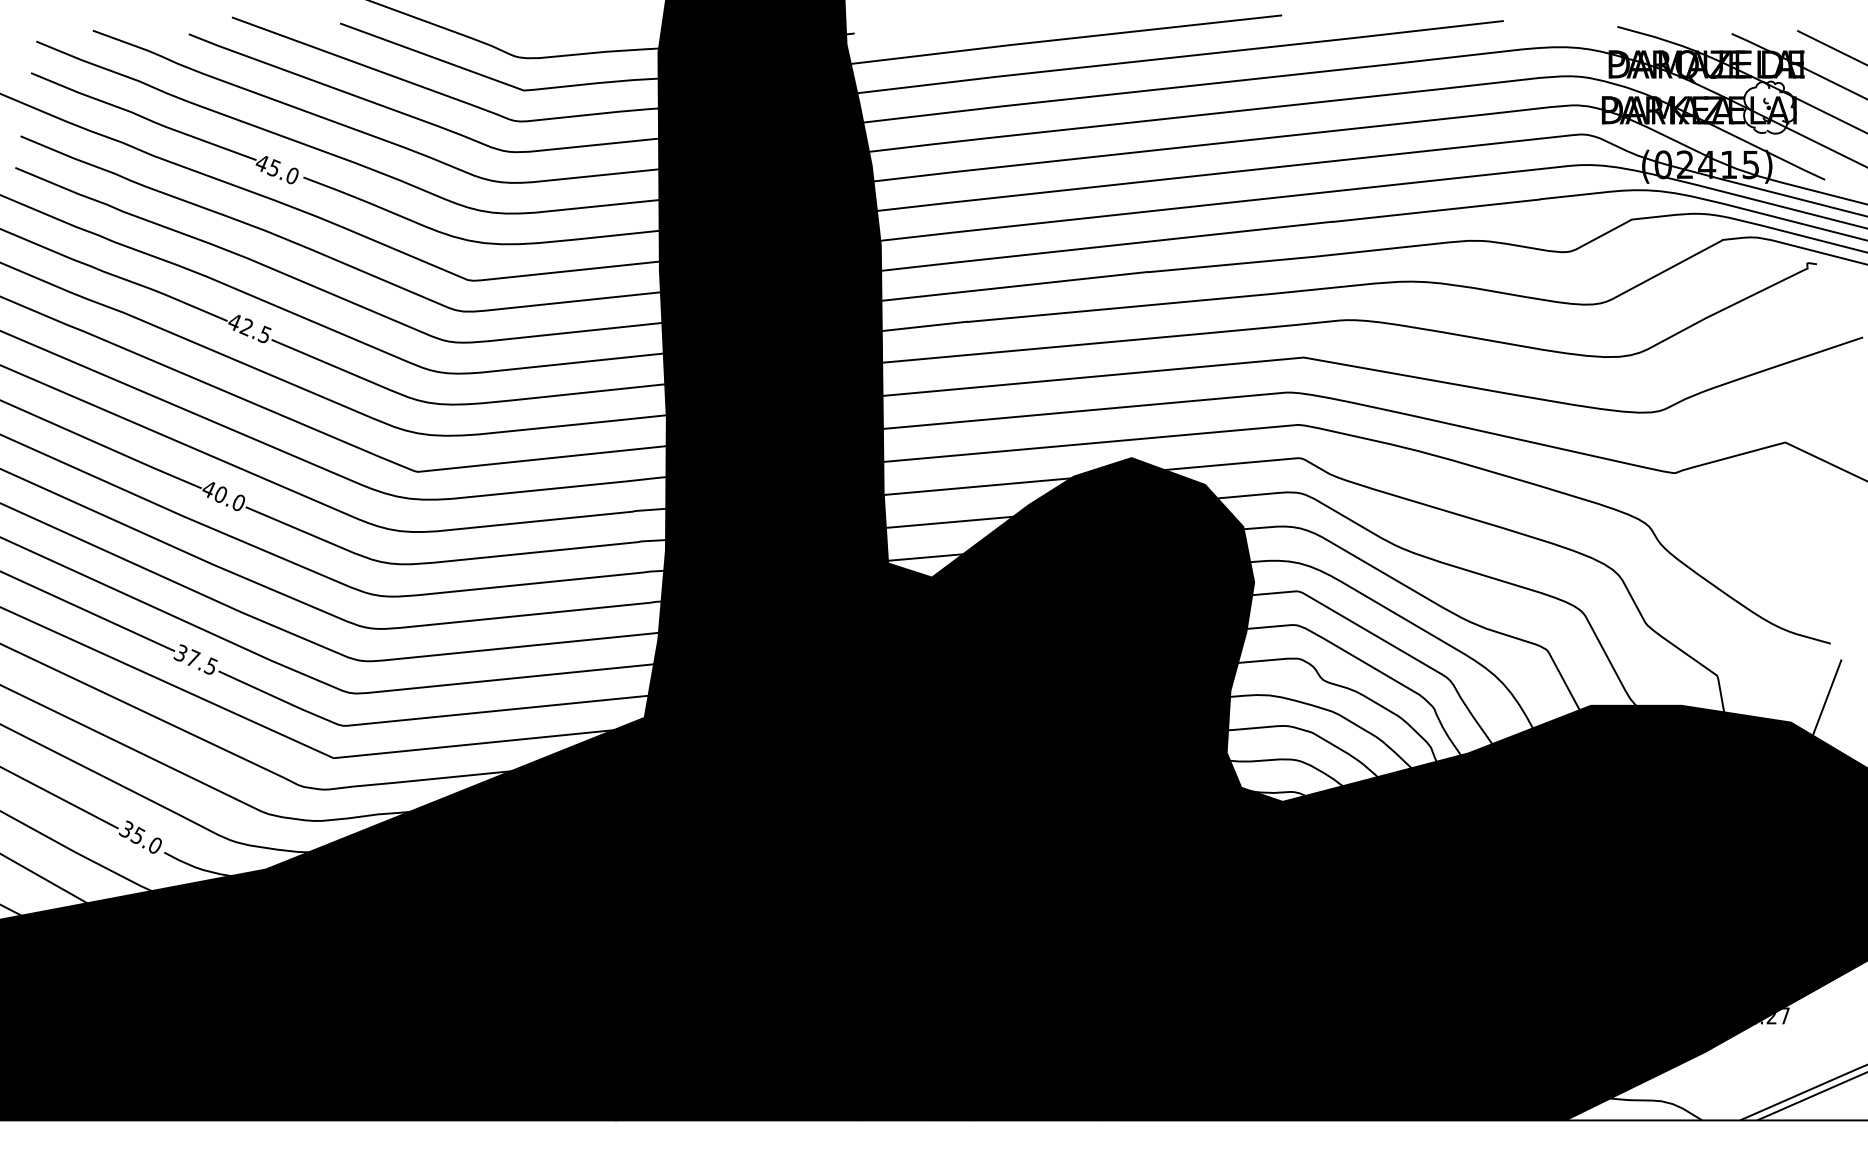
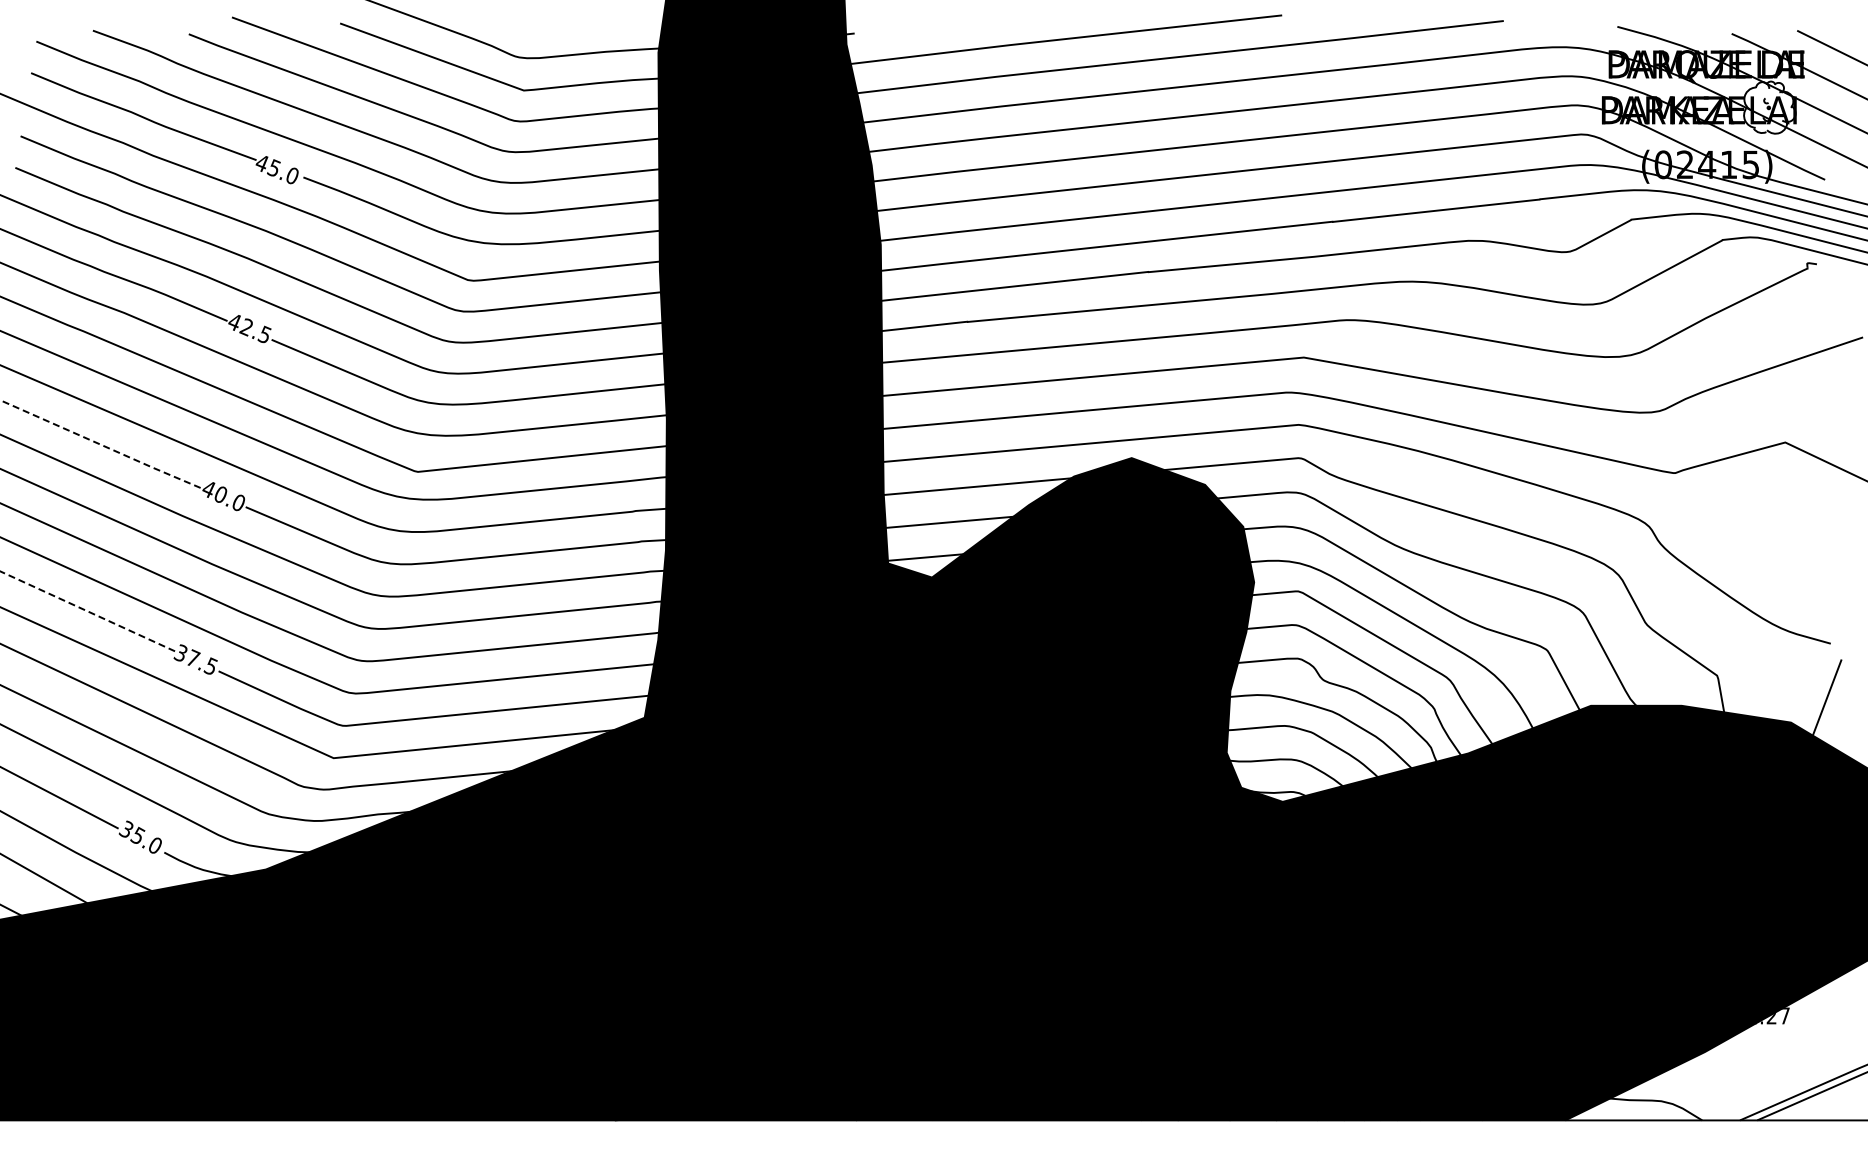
line at (102, 445): solid -> dashed
line at (87, 611): solid -> dashed
